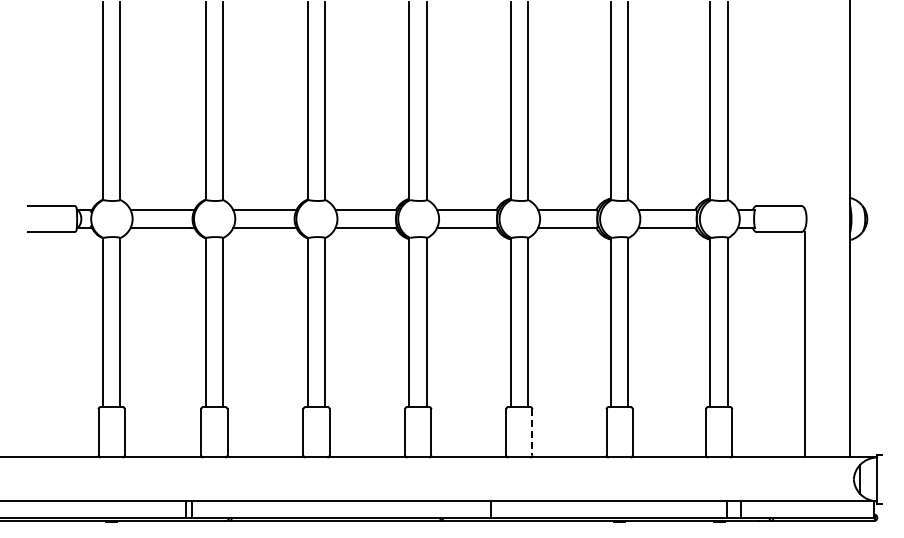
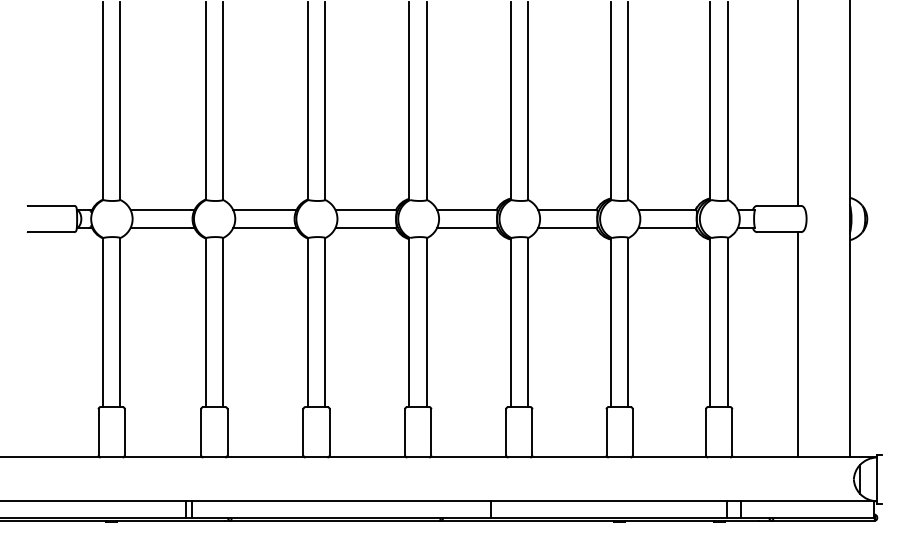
line at (797, 103): none -> present
line at (804, 344) position: (804, 344) -> (797, 344)
line at (532, 432): dashed -> solid
